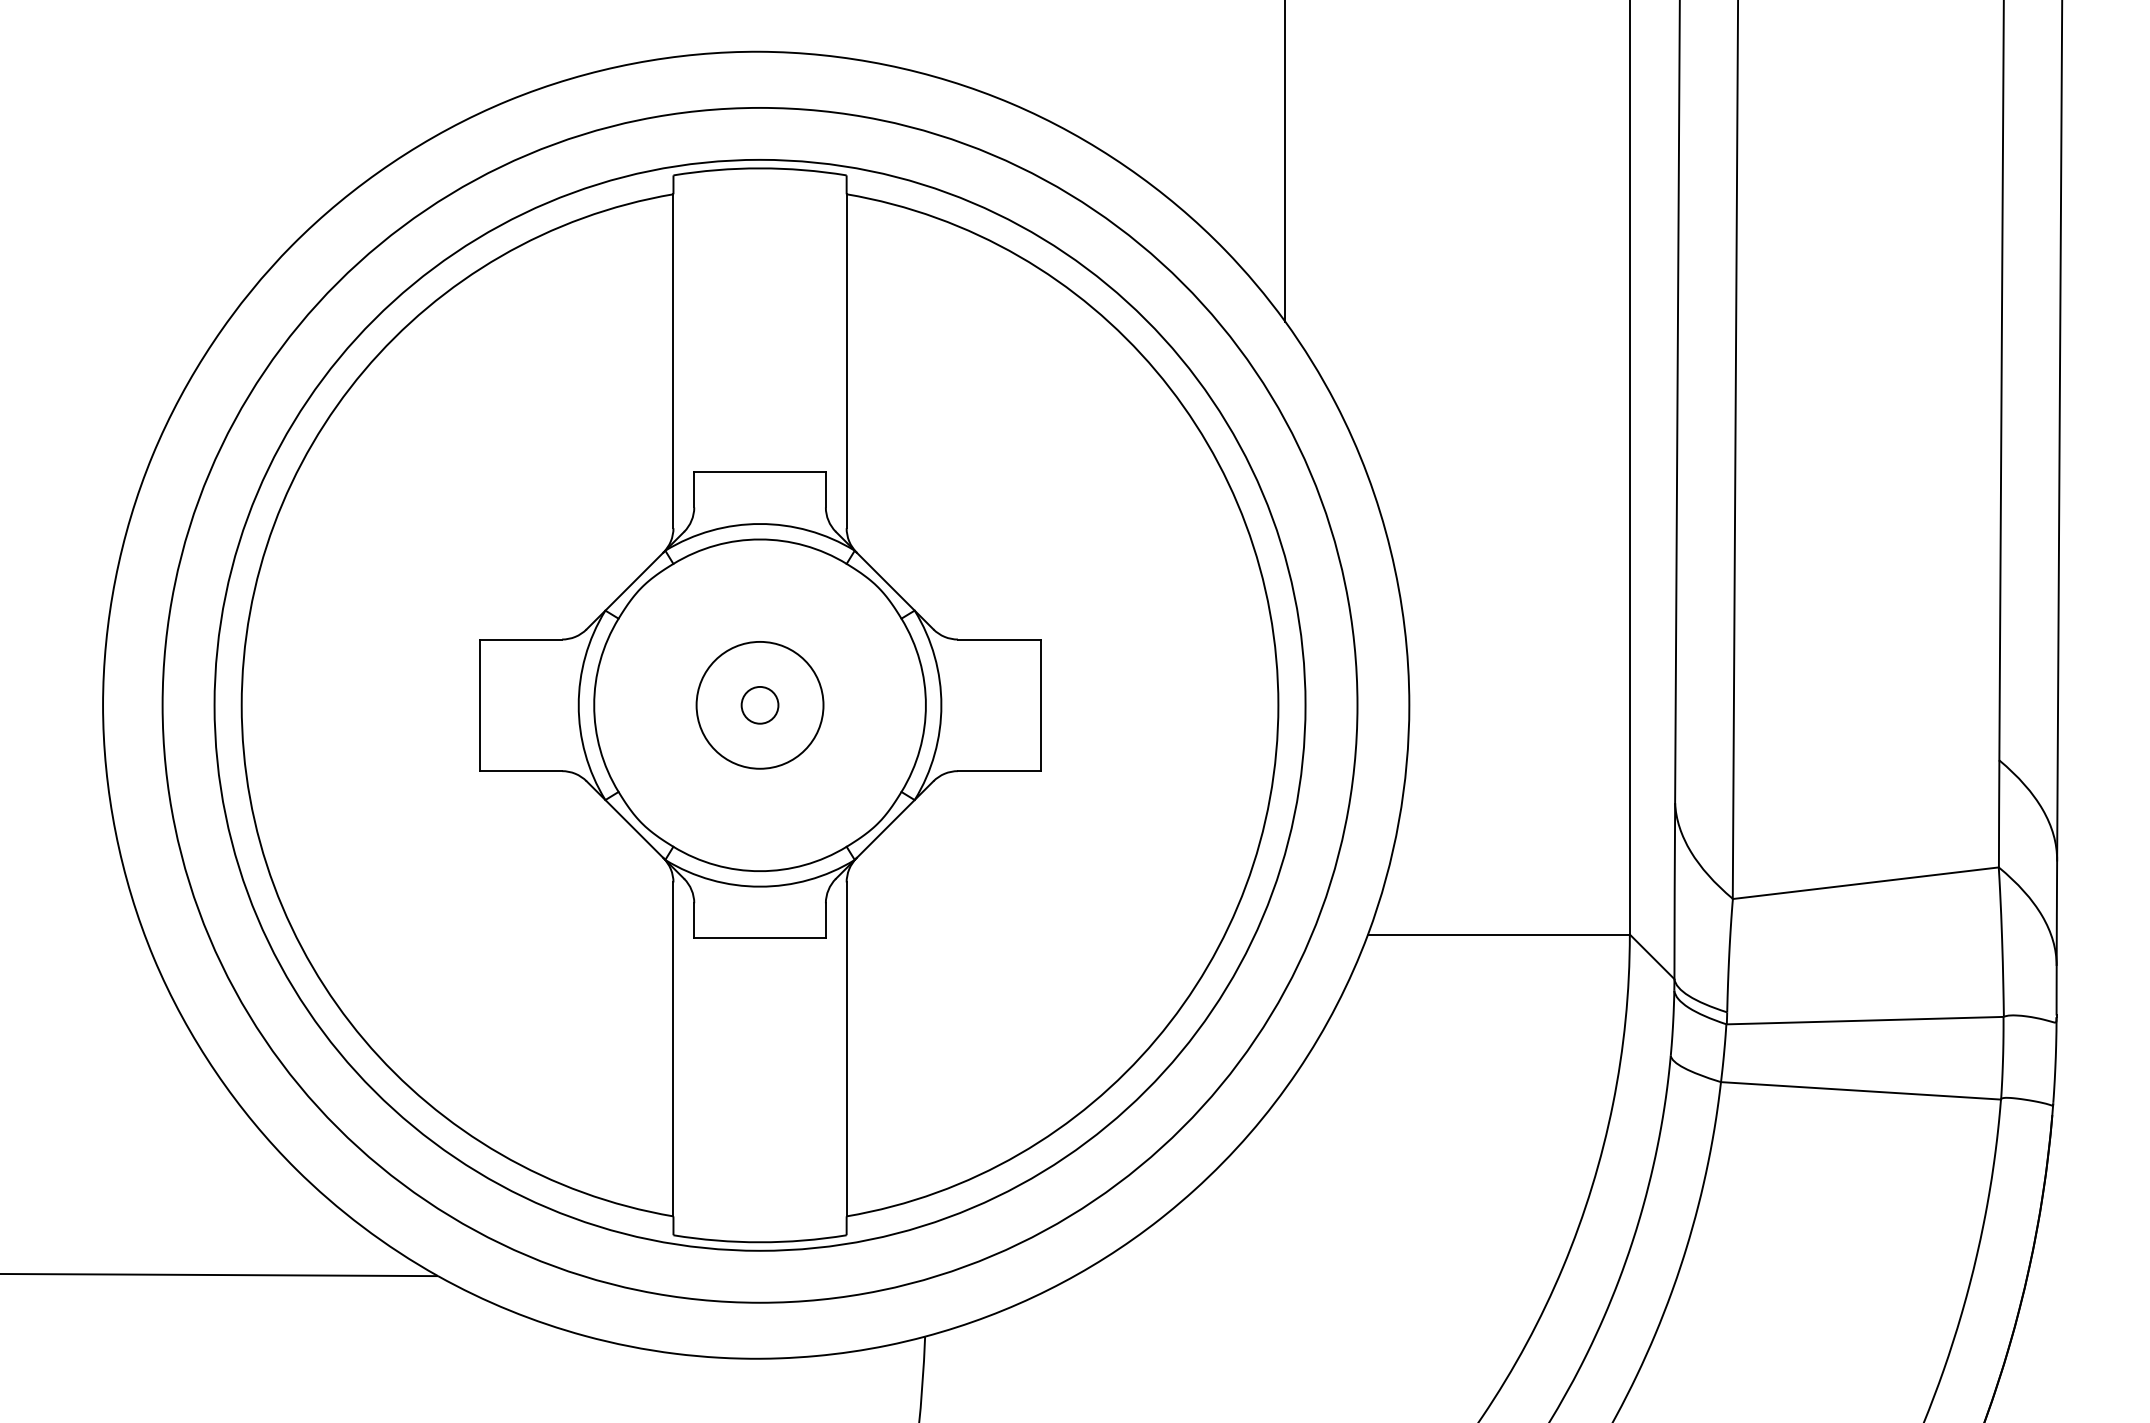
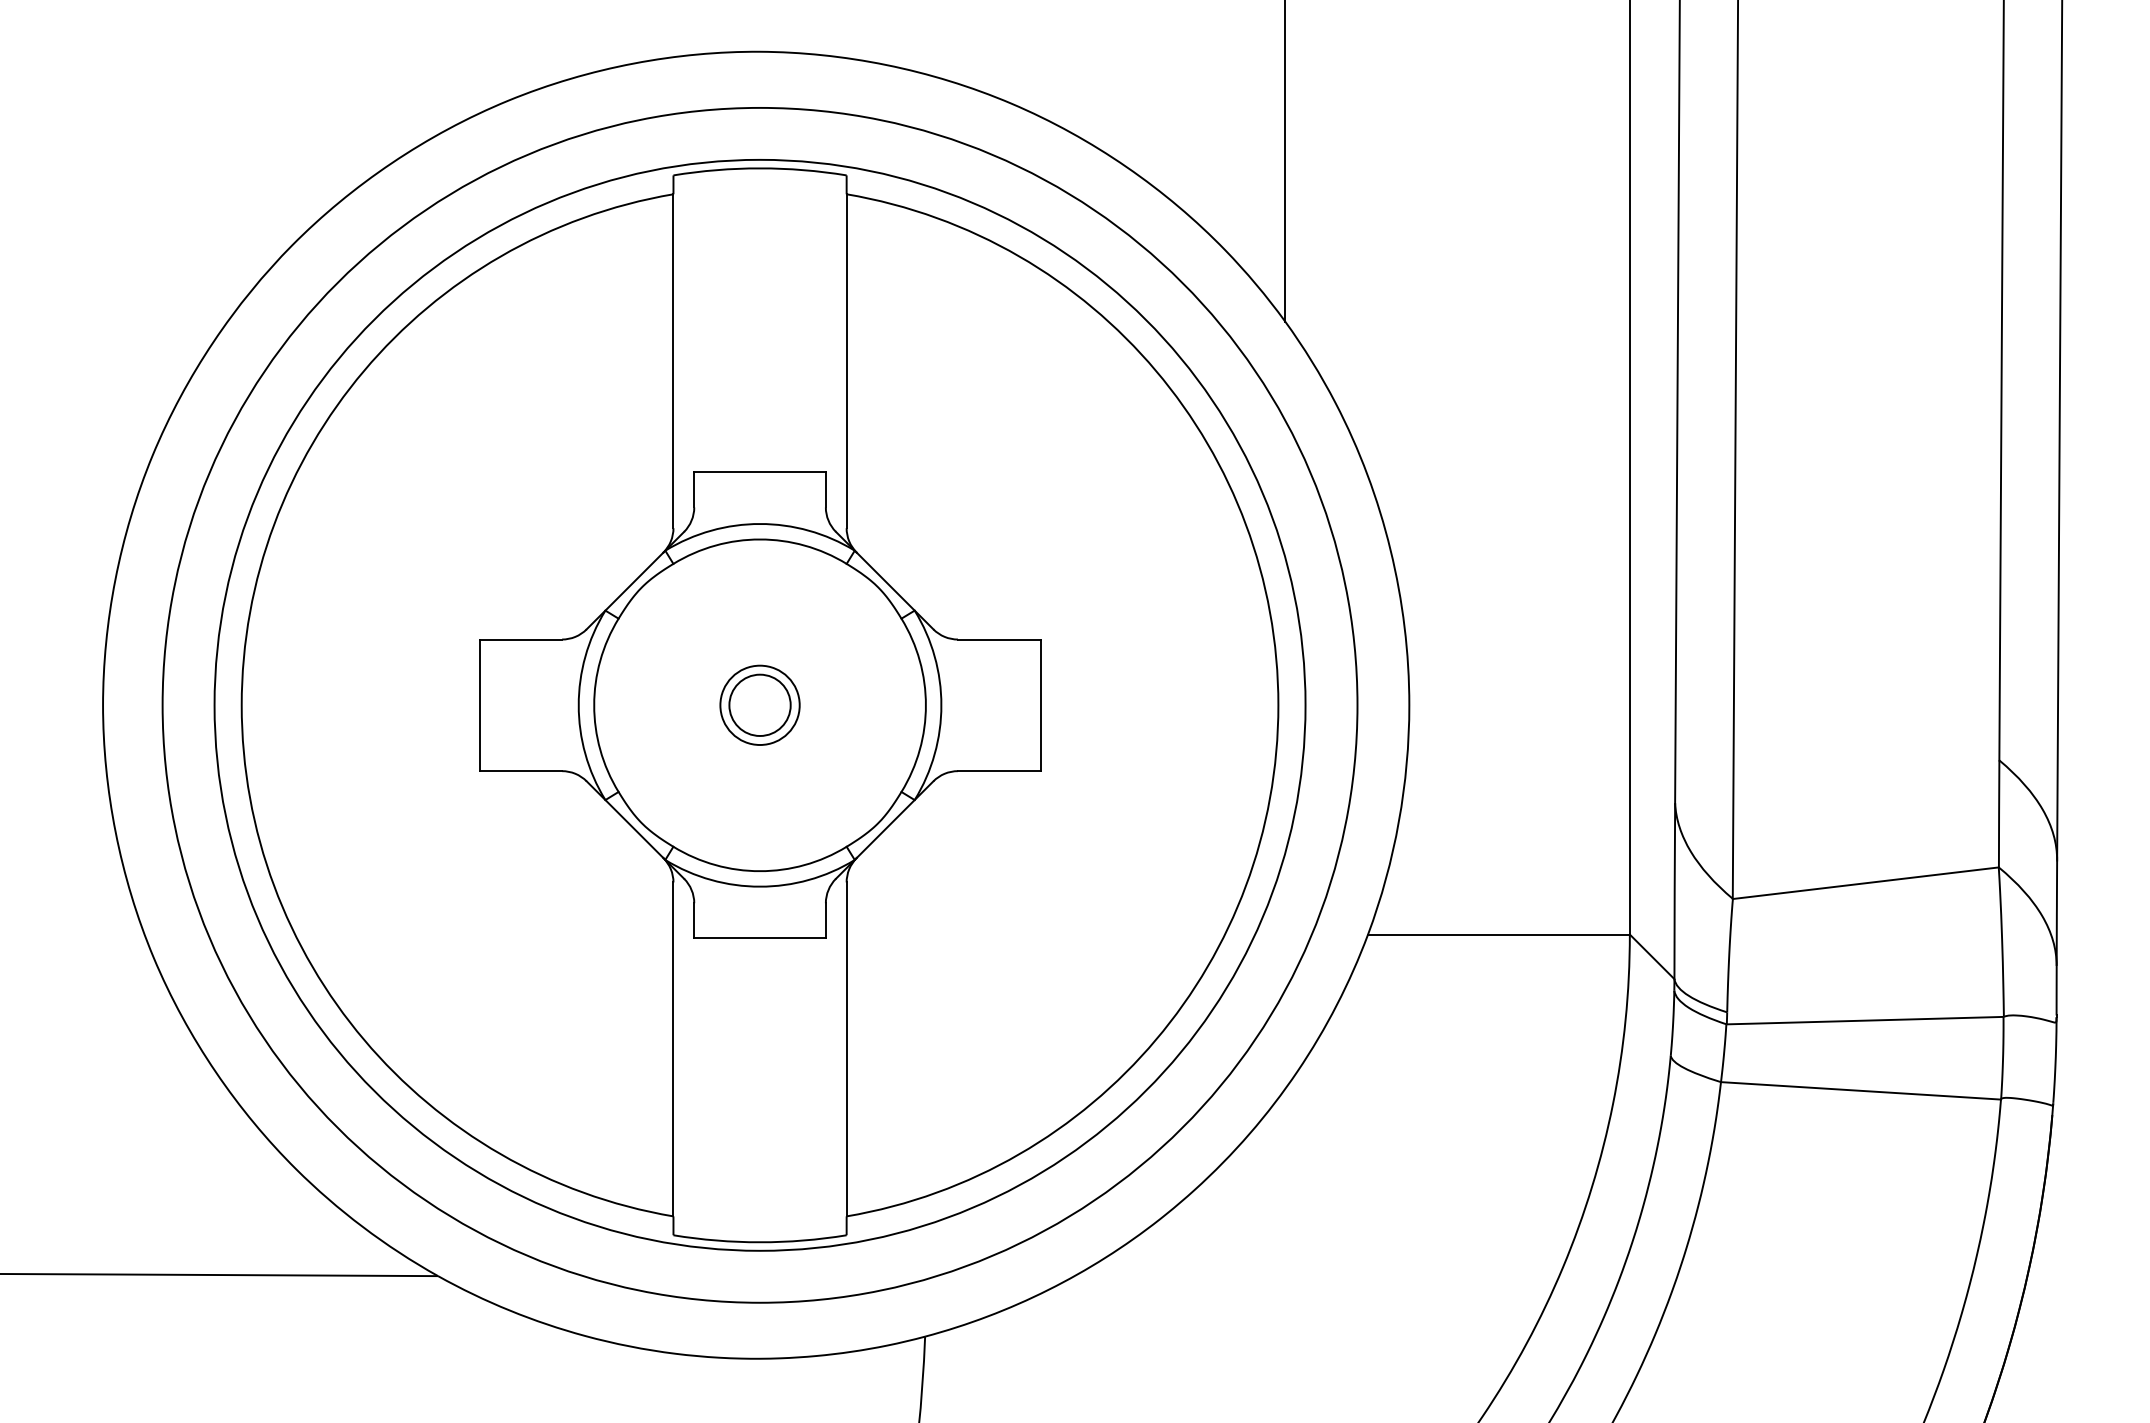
circle at (759, 704) diameter: 127 px -> 79 px
circle at (759, 704) diameter: 37 px -> 61 px
